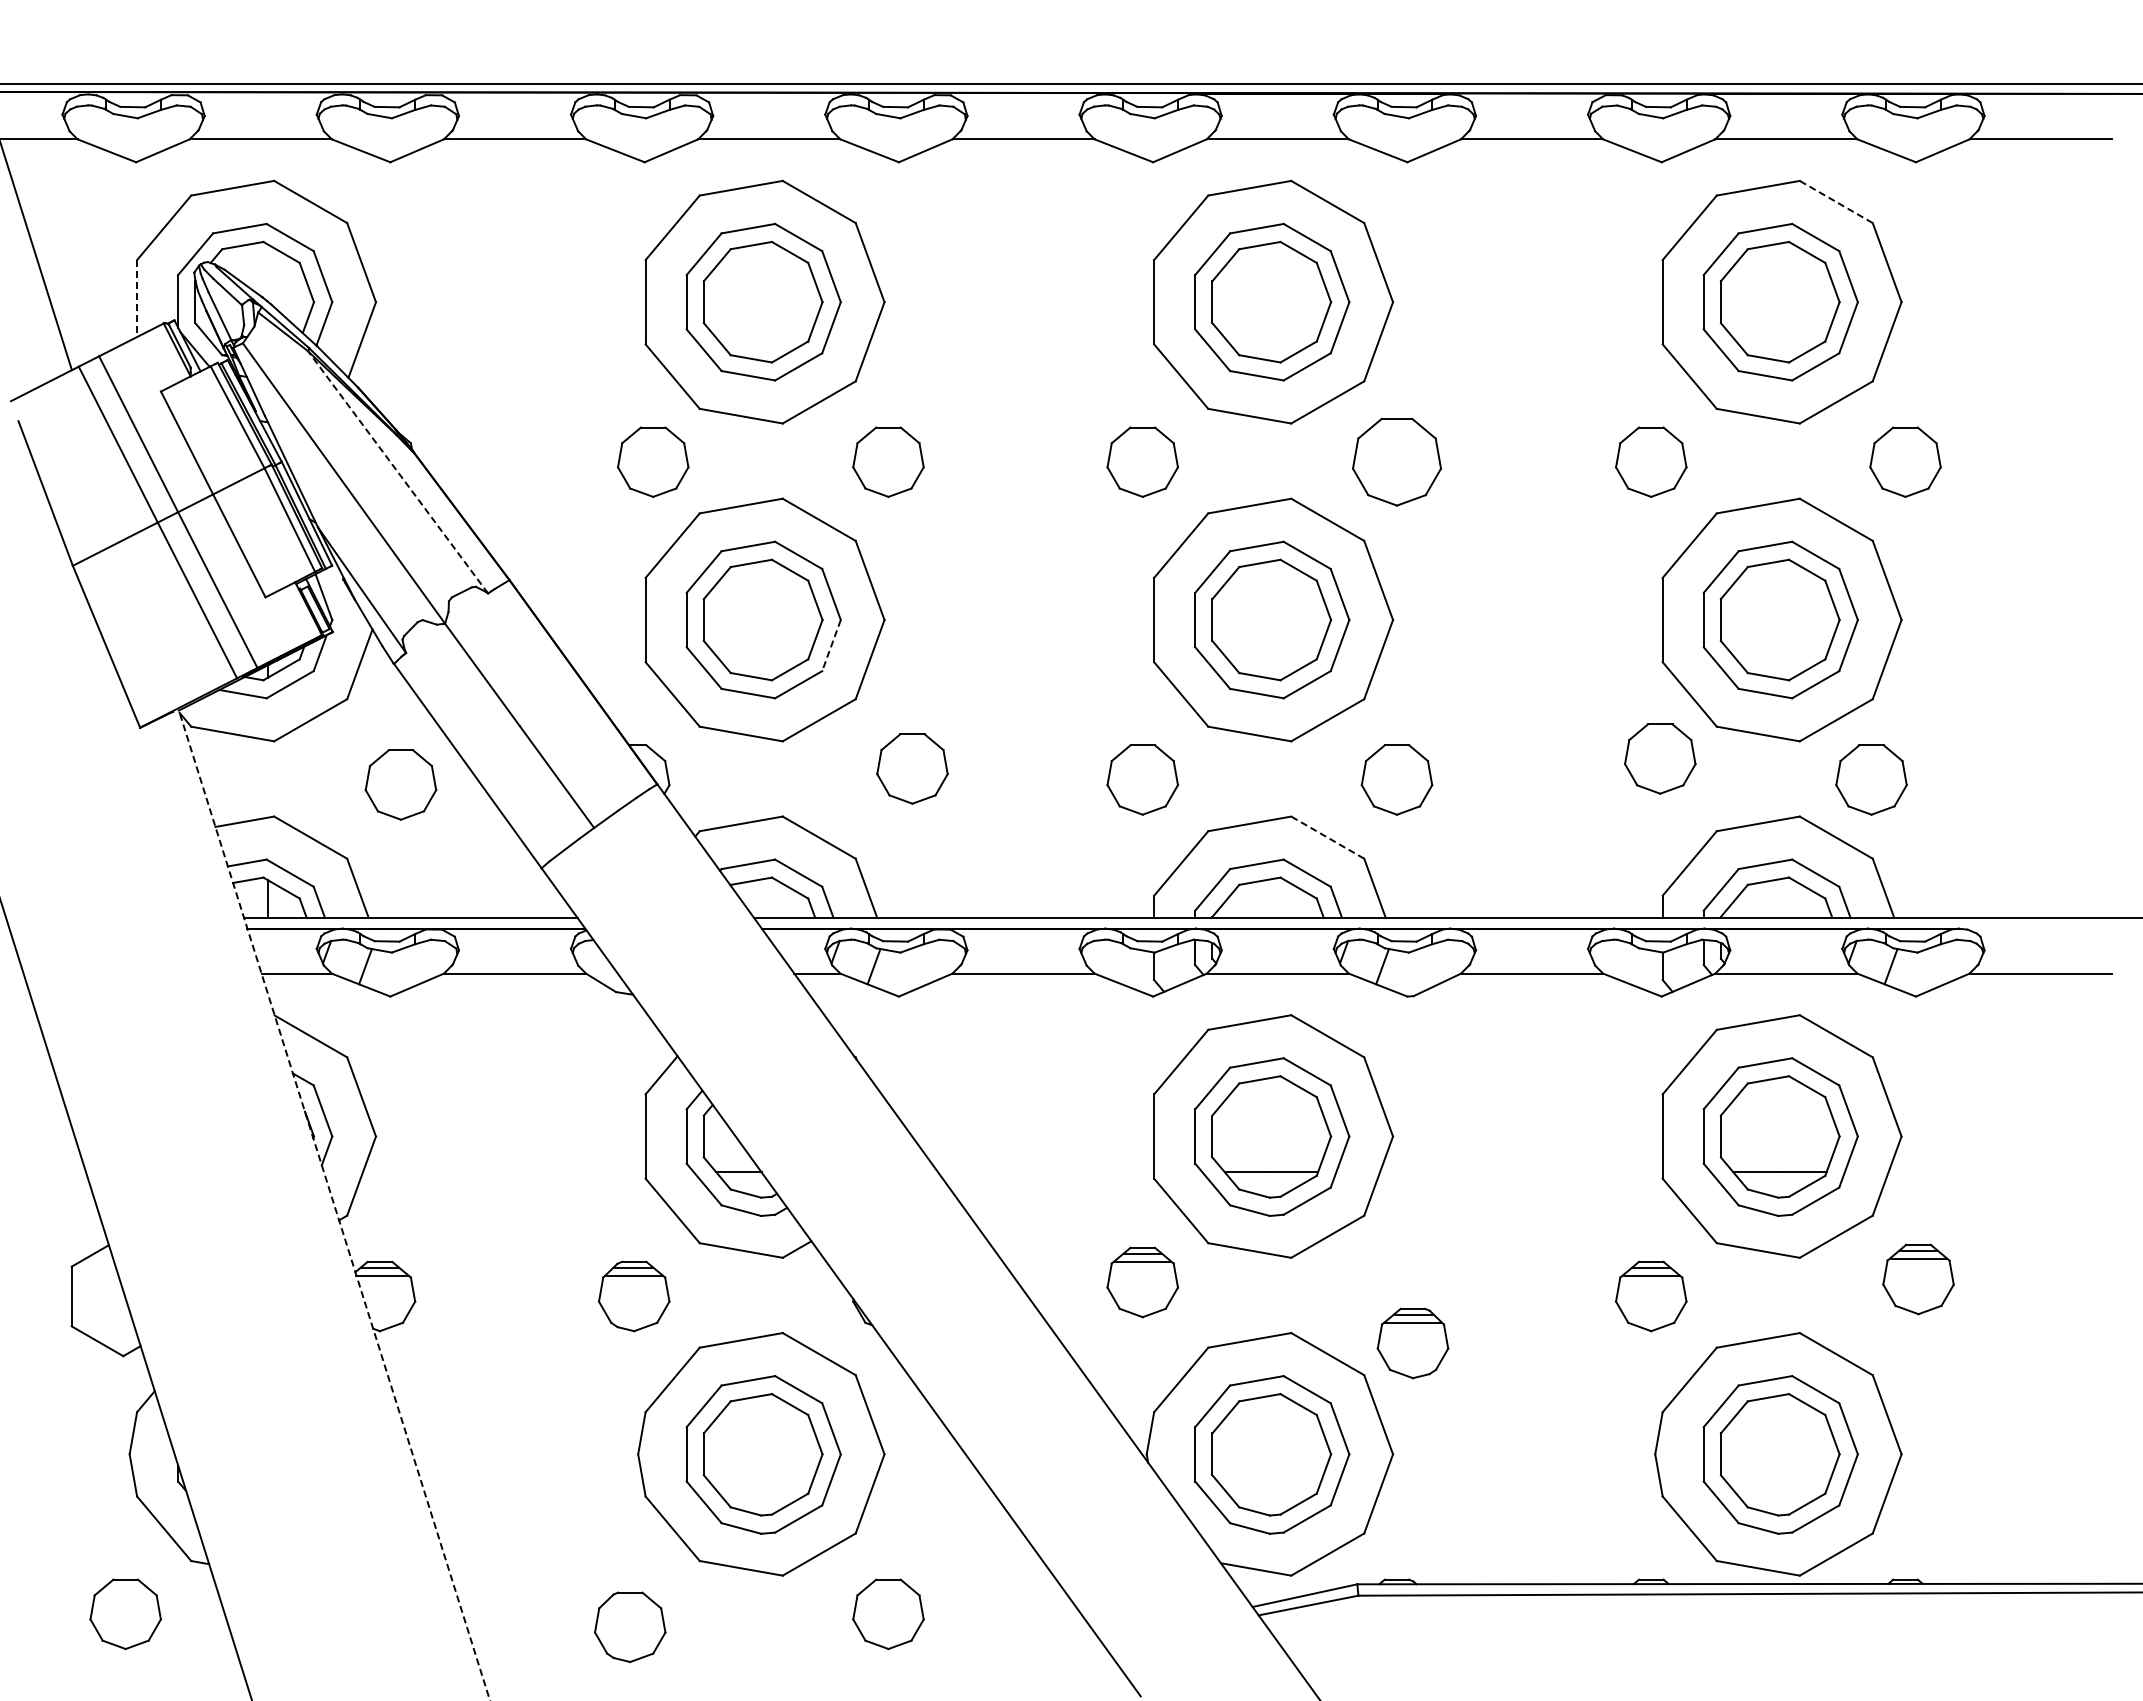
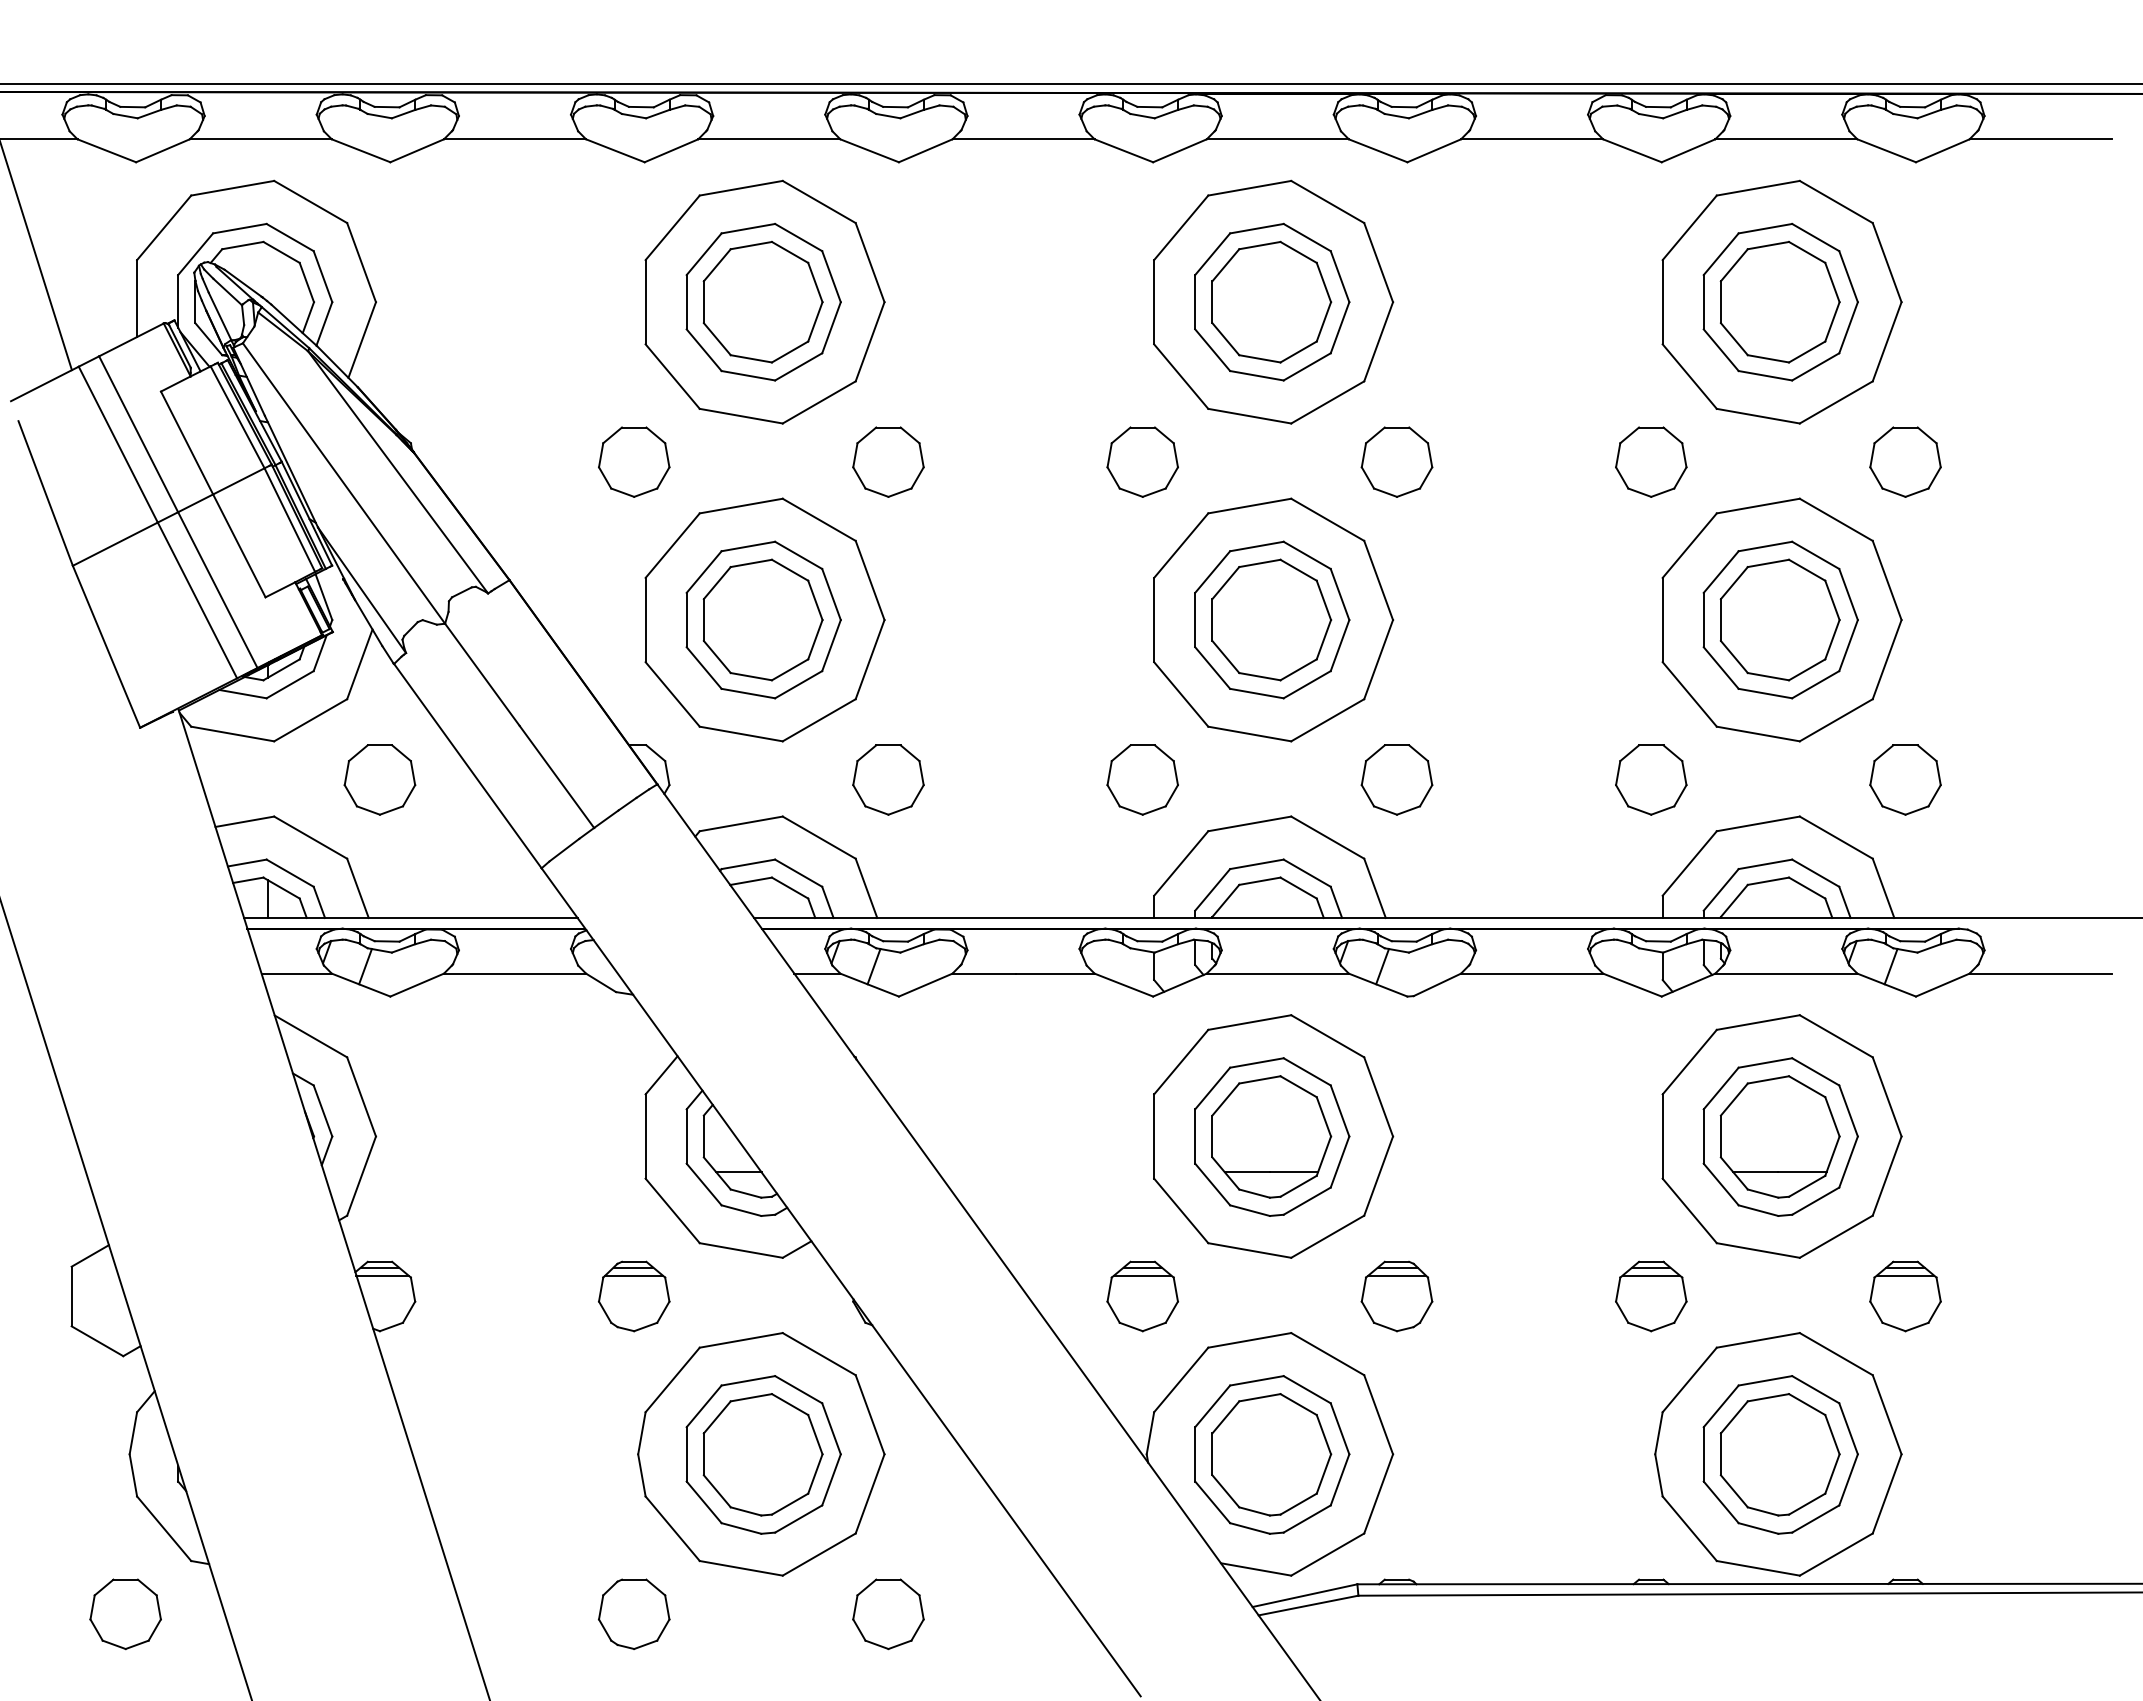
line at (1835, 201): dashed -> solid
line at (137, 299): dashed -> solid
part at (653, 461) position: (653, 461) -> (634, 461)
part at (1397, 461) size: 91x90 px -> 74x72 px
line at (398, 472): dashed -> solid
line at (831, 646): dashed -> solid
part at (1660, 758) position: (1660, 758) -> (1651, 779)
part at (912, 768) position: (912, 768) -> (888, 779)
part at (1871, 779) position: (1871, 779) -> (1905, 779)
part at (400, 784) position: (400, 784) -> (379, 779)
line at (1327, 837): dashed -> solid
line at (334, 1204): dashed -> solid
part at (1918, 1279) position: (1918, 1279) -> (1905, 1296)
part at (1142, 1282) position: (1142, 1282) -> (1142, 1296)
part at (1412, 1343) position: (1412, 1343) -> (1396, 1296)
part at (630, 1626) position: (630, 1626) -> (634, 1613)
